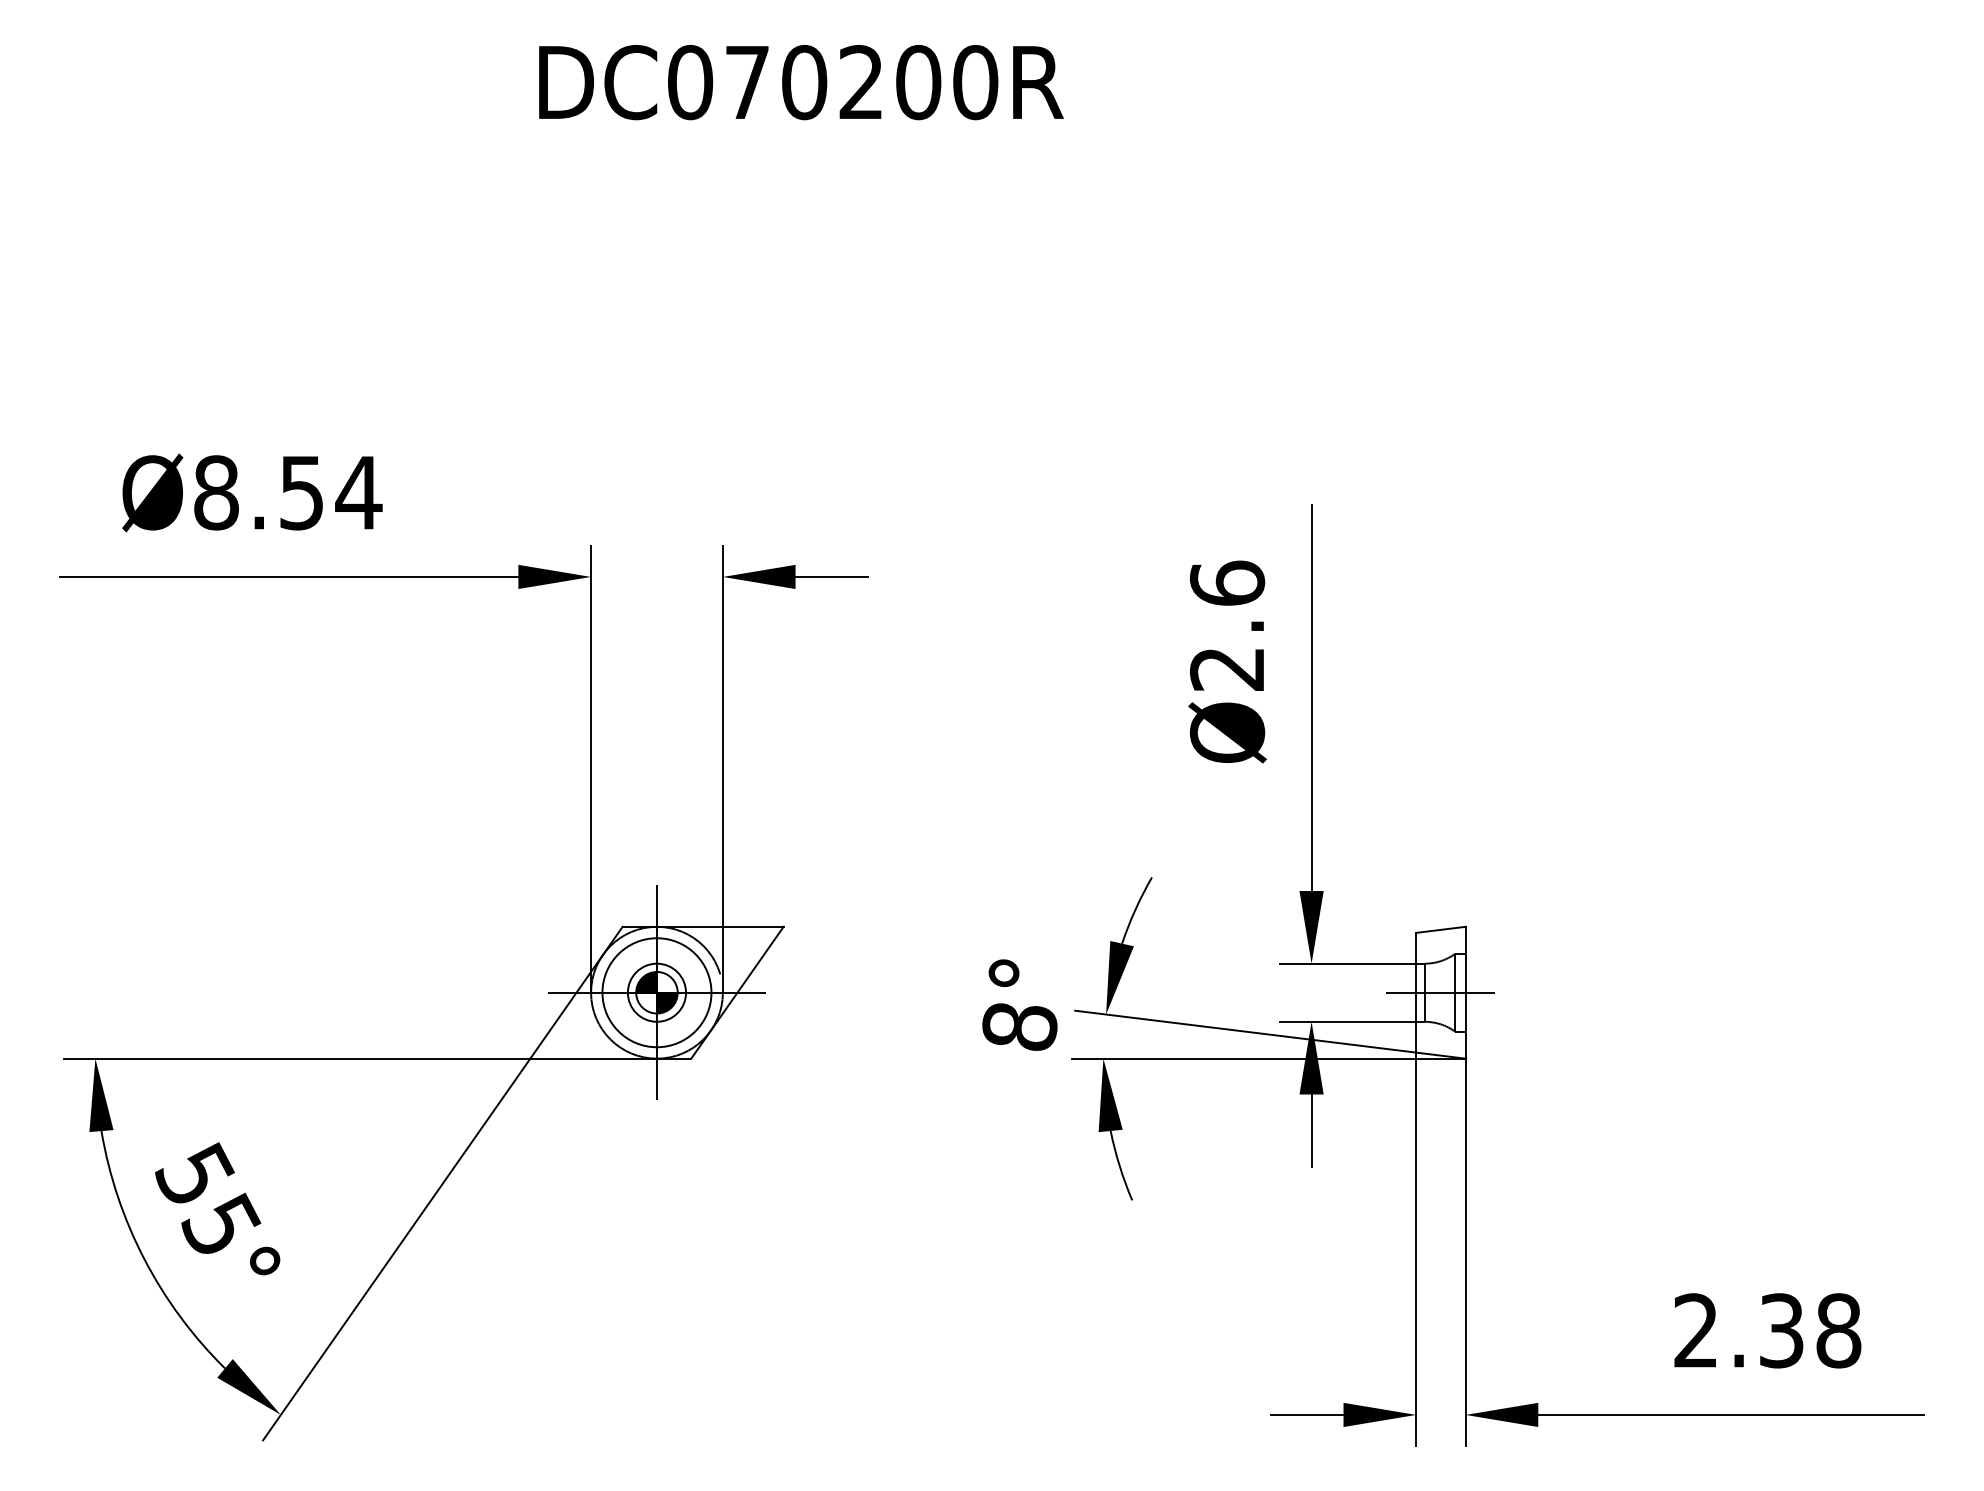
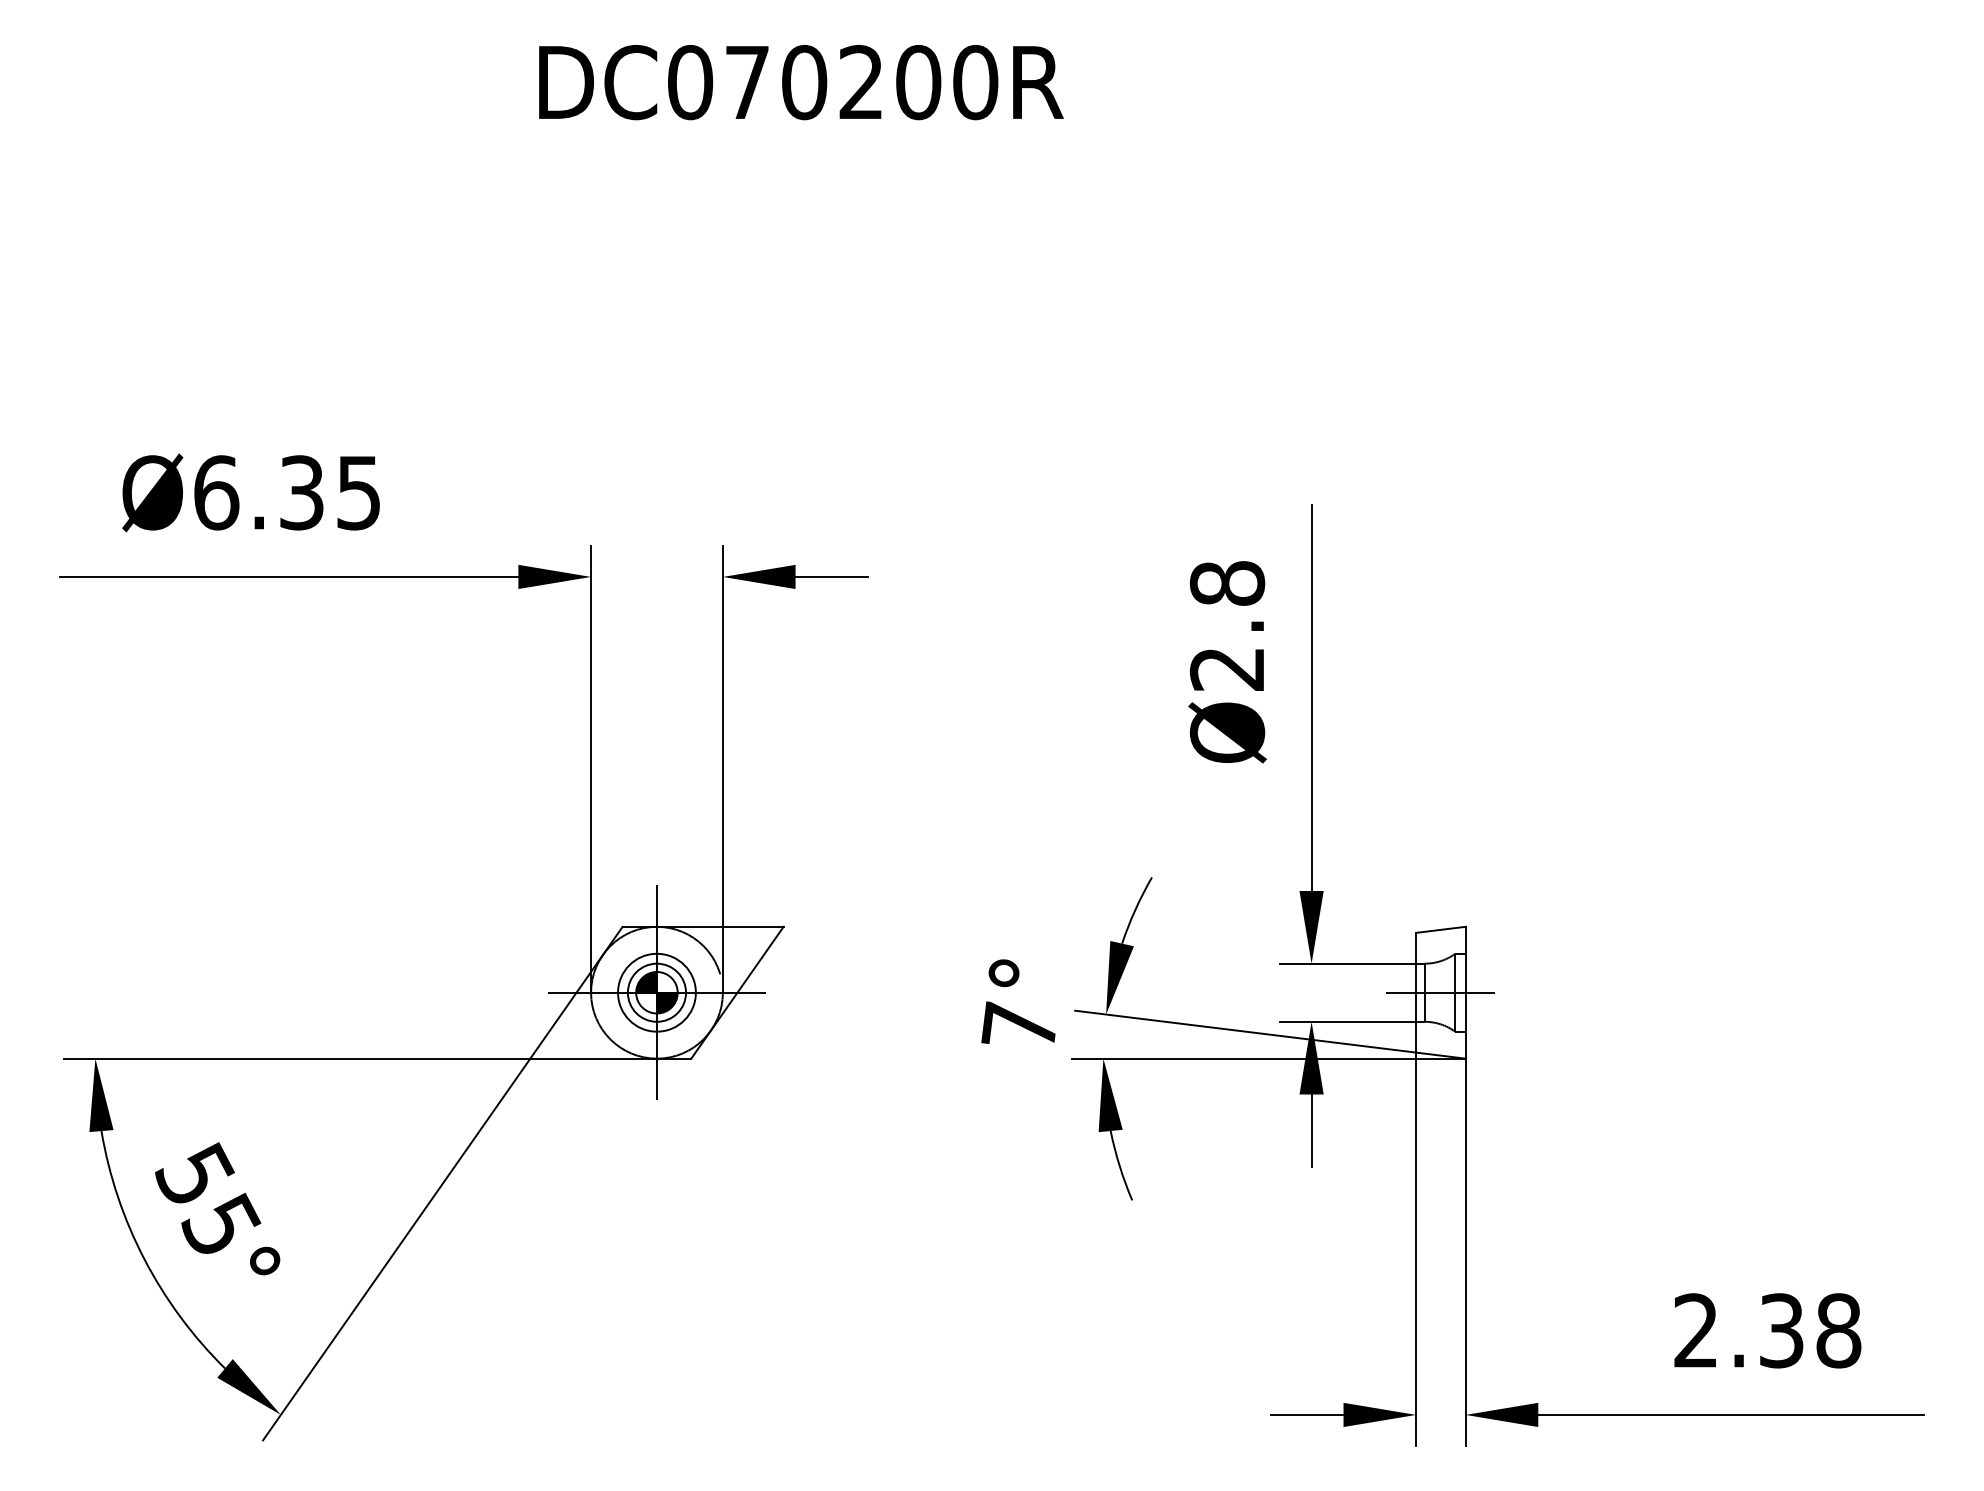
text at (288, 492): Ø8.54 -> Ø6.35
text at (1227, 582): Ø2.6 -> Ø2.8
circle at (656, 992) diameter: 109 px -> 78 px
text at (1019, 1025): 8° -> 7°
